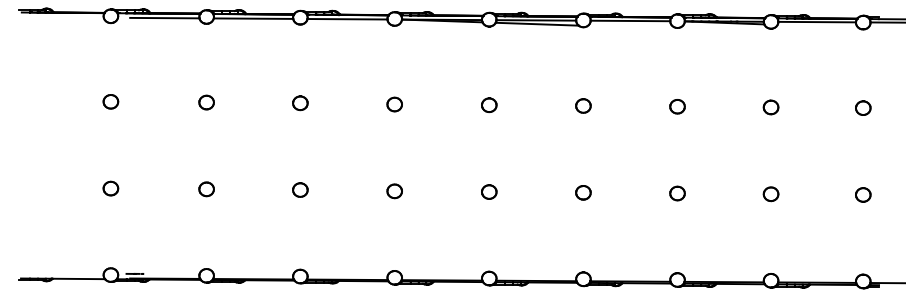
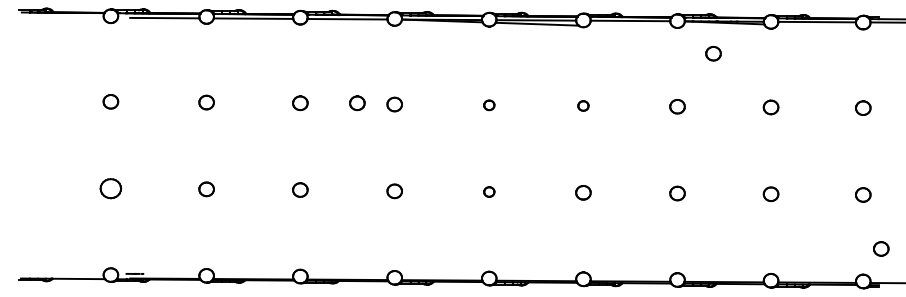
part at (713, 53): none -> present
part at (357, 103): none -> present
part at (489, 105) size: 17x17 px -> 13x13 px
part at (583, 105) size: 17x16 px -> 13x12 px
part at (110, 188) size: 18x17 px -> 23x22 px
part at (489, 191) size: 17x16 px -> 13x12 px
part at (881, 248): none -> present
